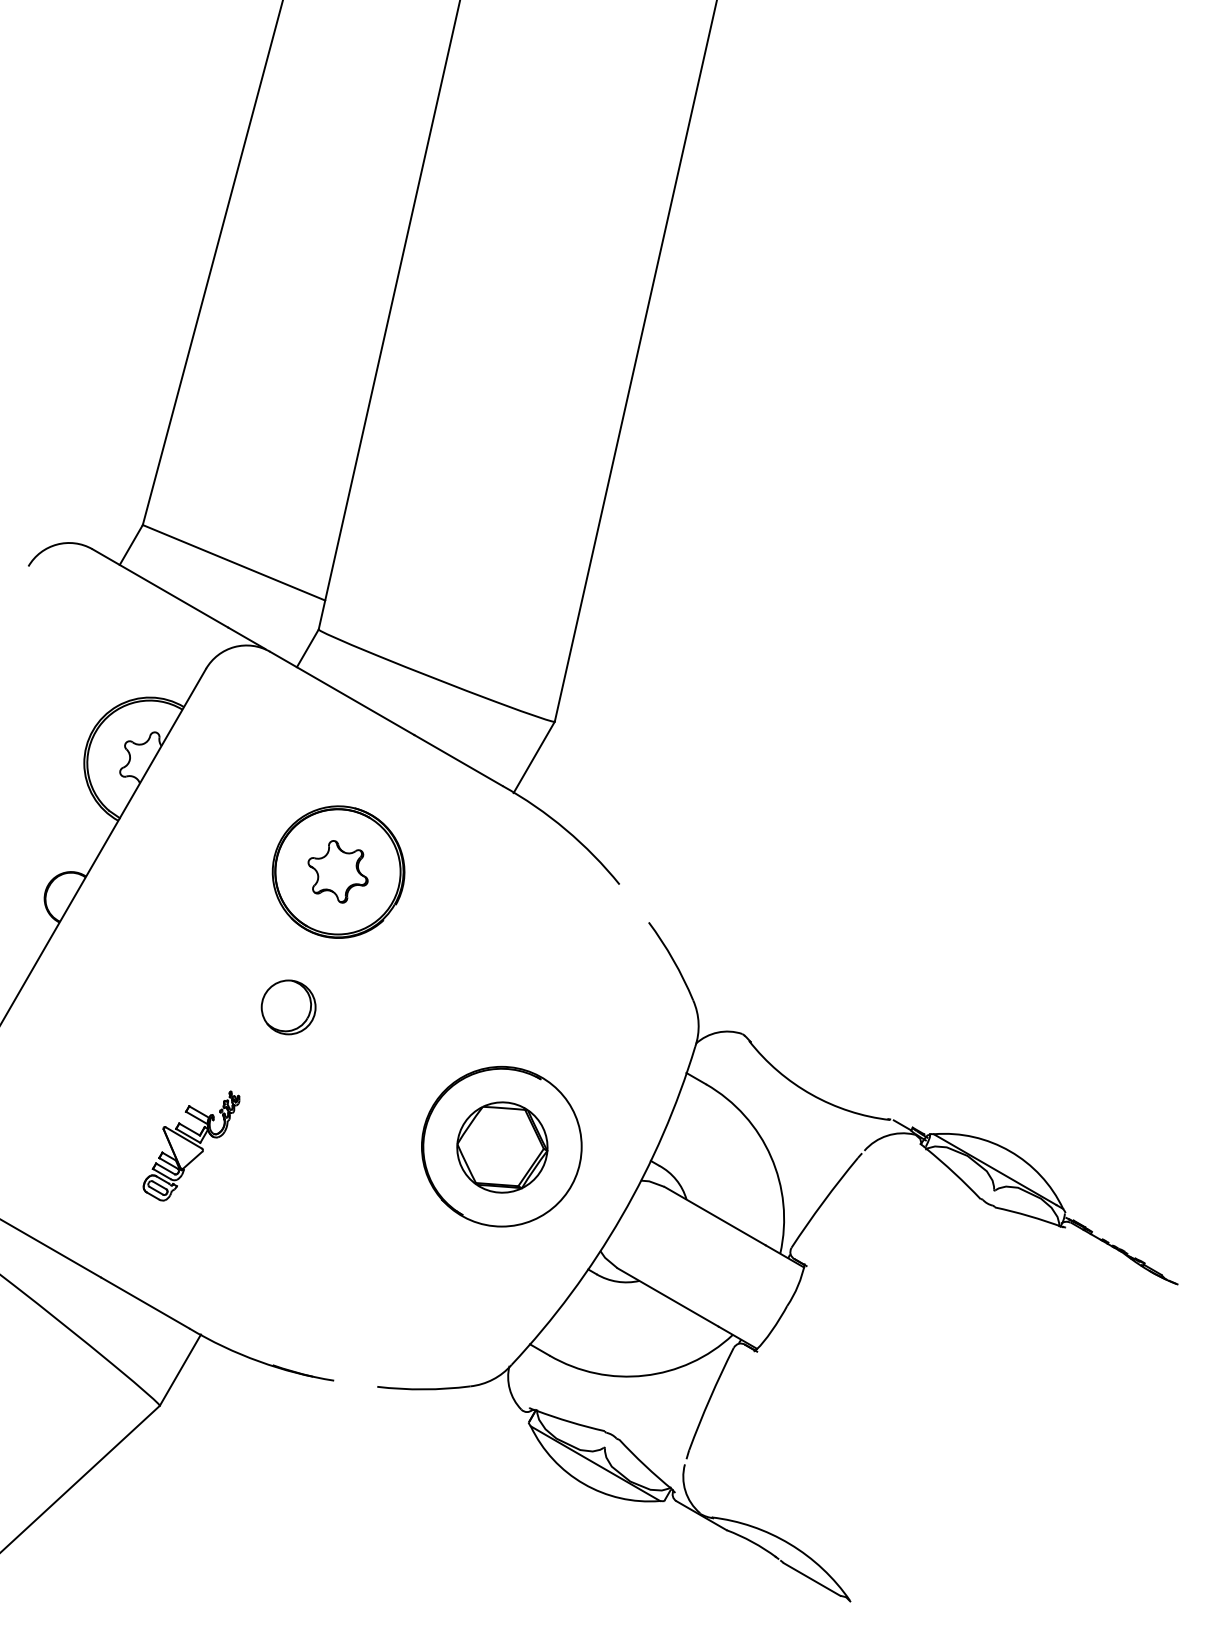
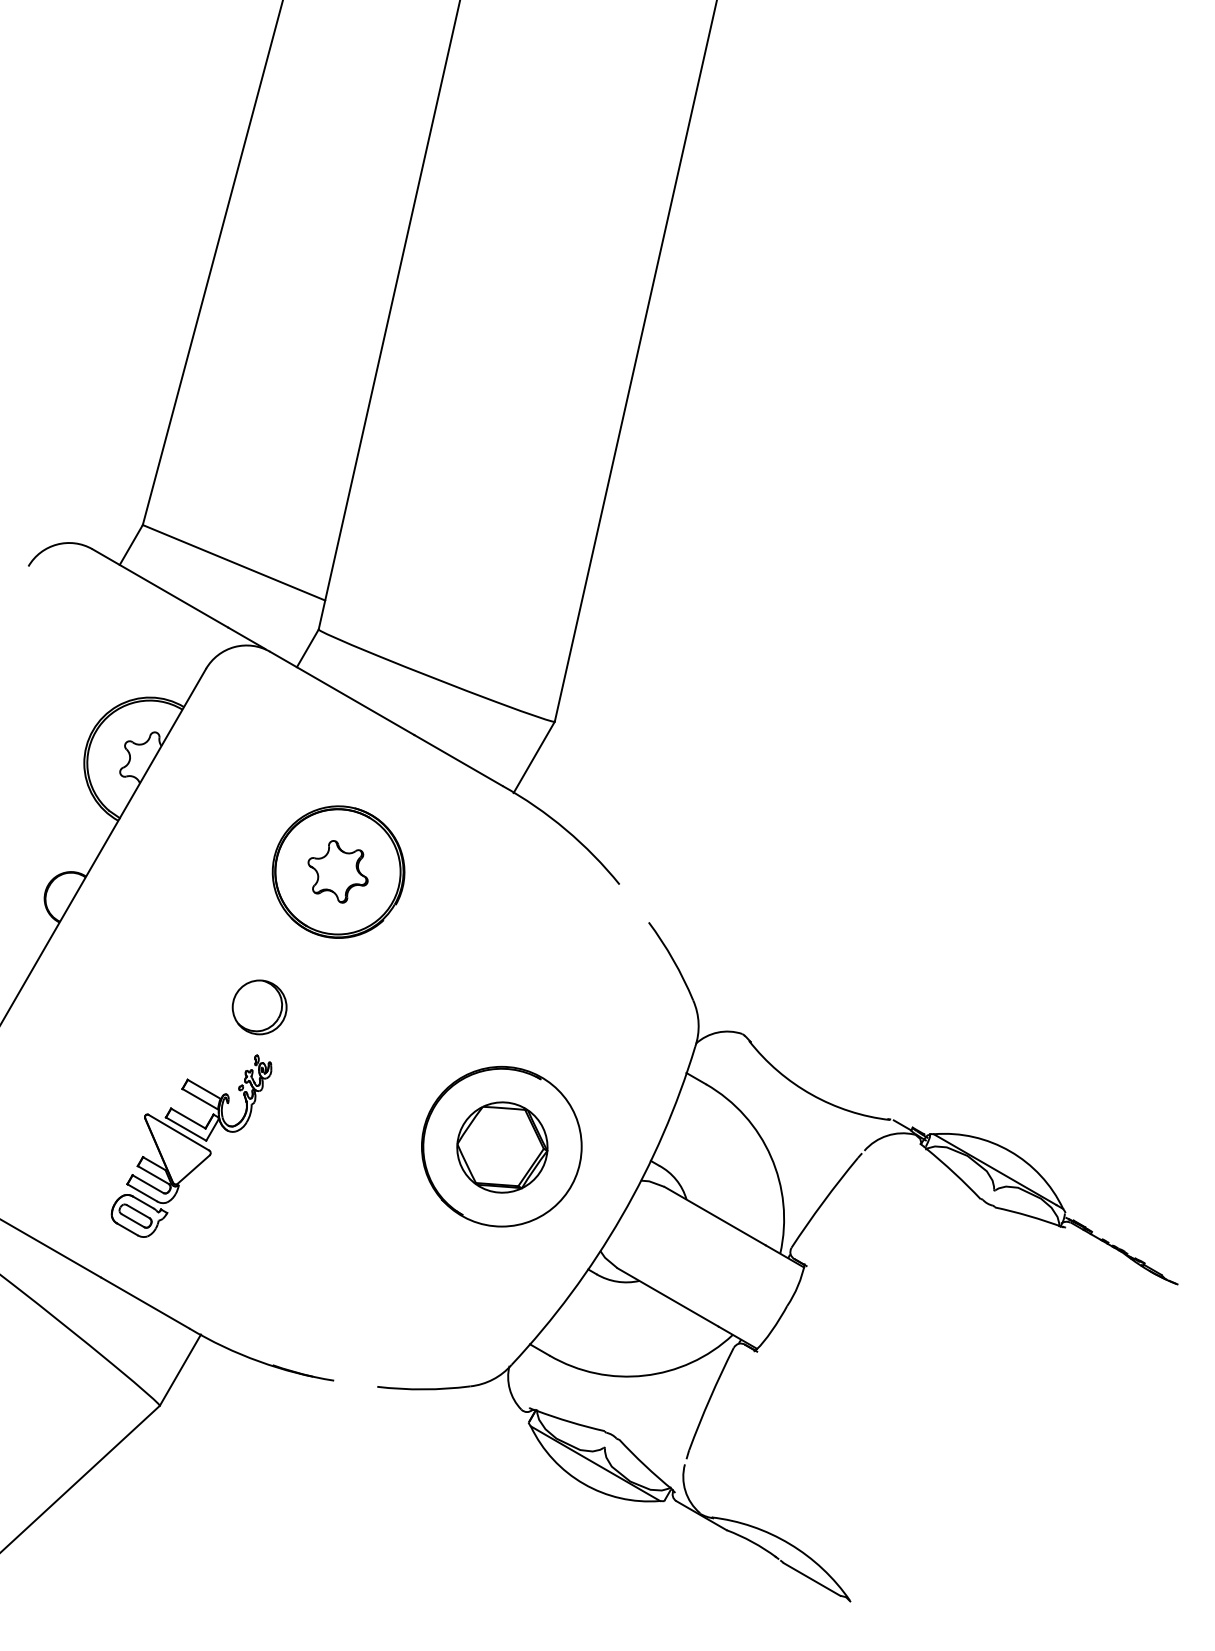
part at (288, 1007) position: (288, 1007) -> (259, 1007)
part at (191, 1145) size: 99x112 px -> 163x184 px
